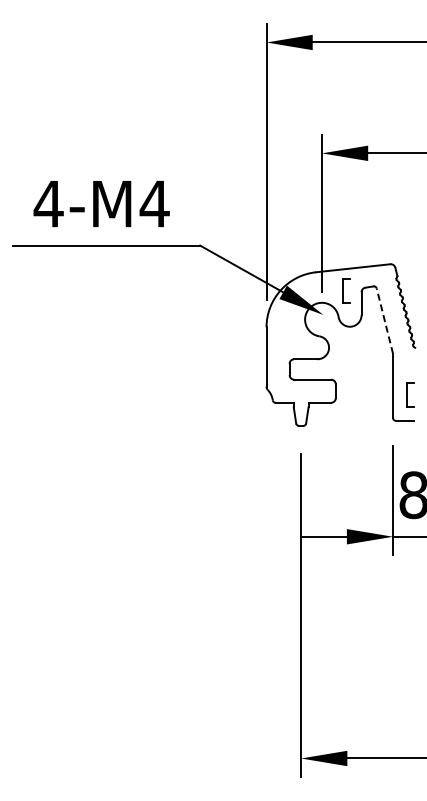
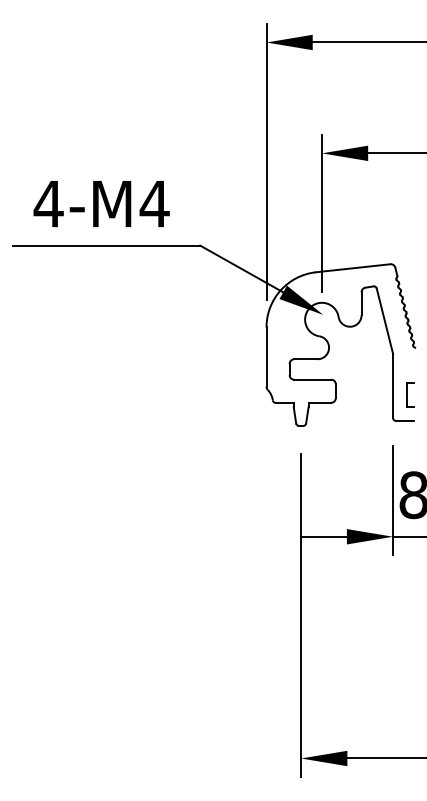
part at (346, 290): present -> none
line at (384, 321): dashed -> solid
